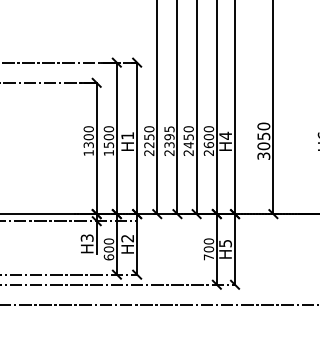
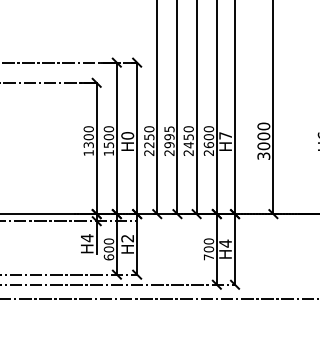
text at (127, 135): H1 -> H0
text at (225, 135): H4 -> H7
text at (263, 136): 3050 -> 3000
text at (169, 145): 2395 -> 2995
text at (86, 238): H3 -> H4
text at (225, 243): H5 -> H4
line at (159, 304) position: (159, 304) -> (159, 298)
